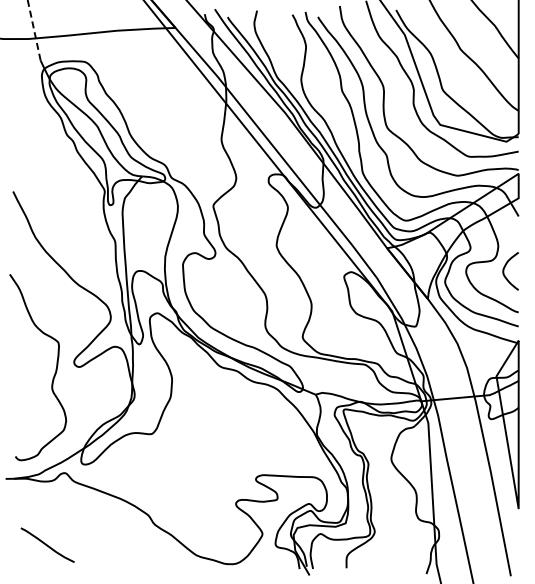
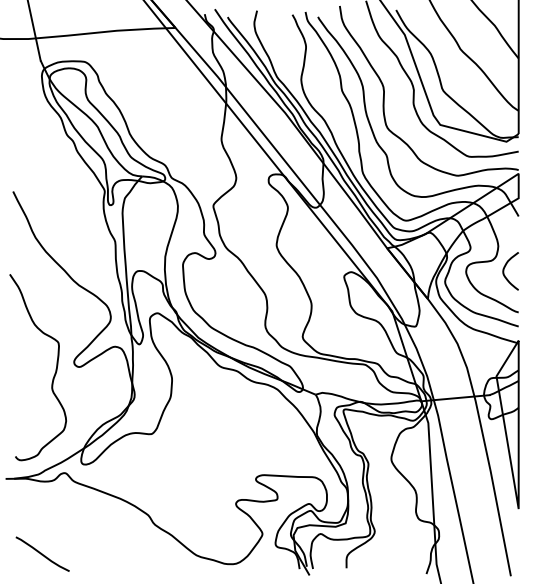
line at (34, 30): dashed -> solid
curve at (47, 544) position: (47, 544) -> (42, 553)
